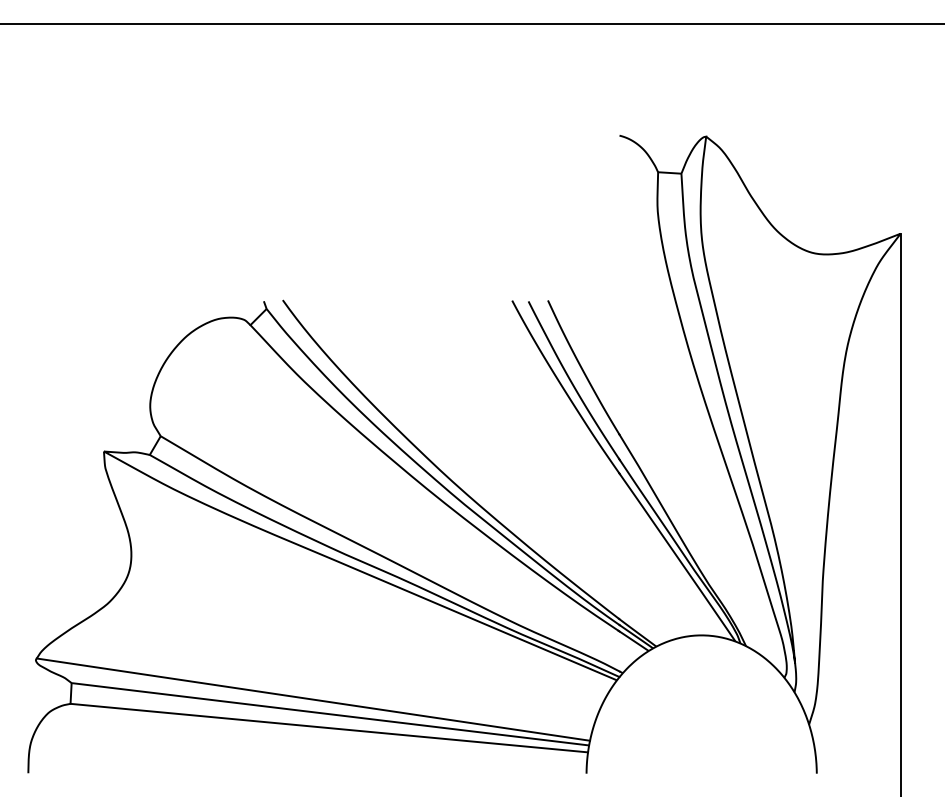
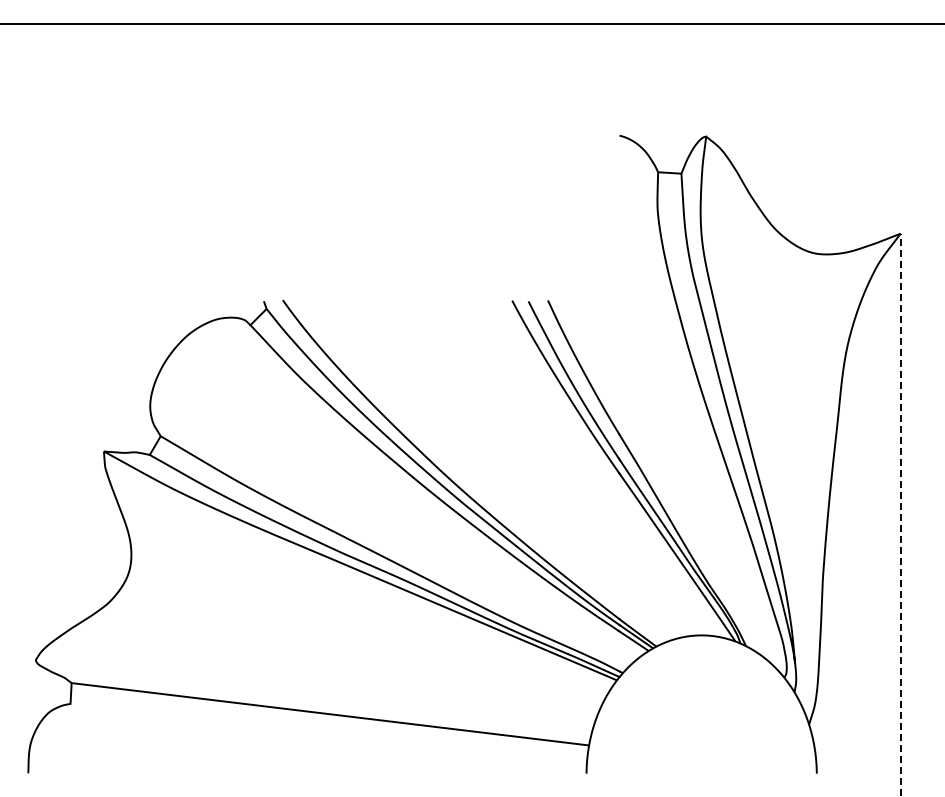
line at (900, 514): solid -> dashed
line at (313, 699): present -> none
line at (329, 727): present -> none
